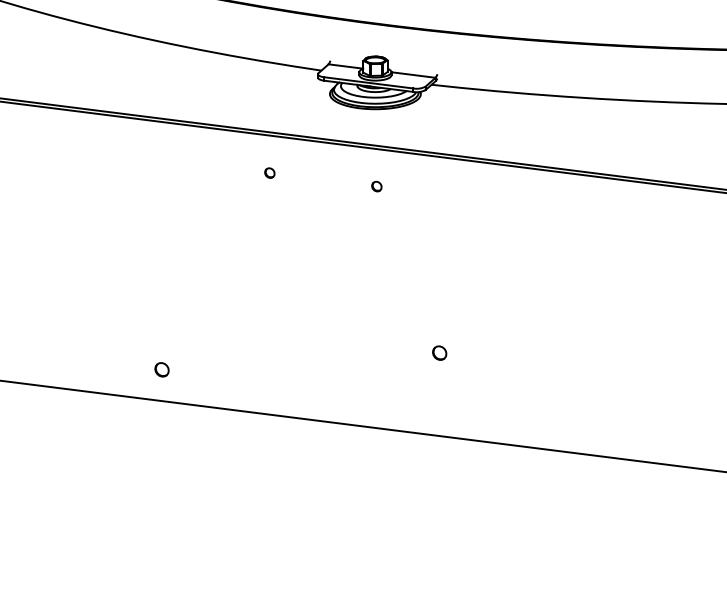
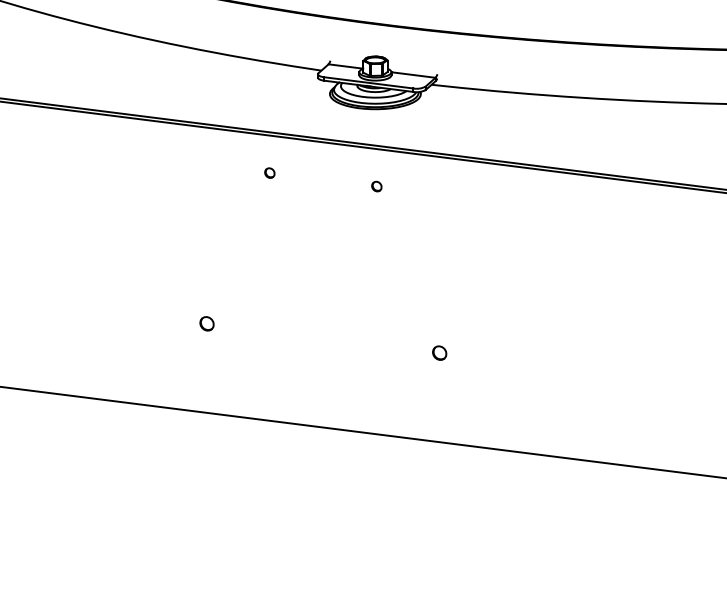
part at (161, 369) position: (161, 369) -> (206, 323)
line at (362, 425) position: (362, 425) -> (362, 432)
